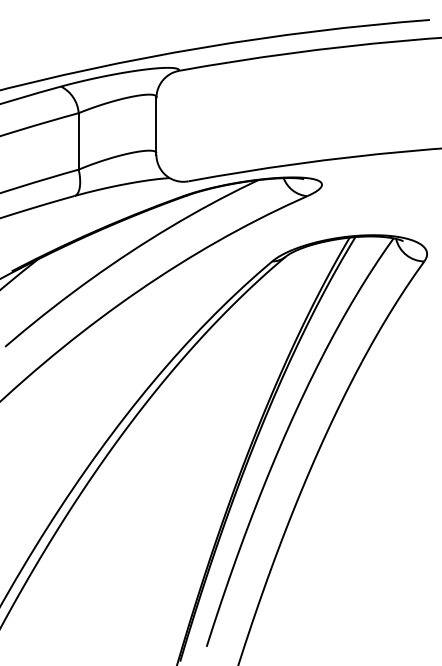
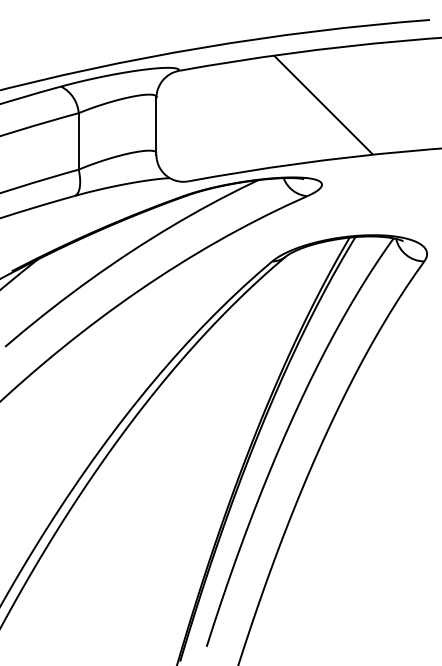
hatch at (323, 104): none -> present
